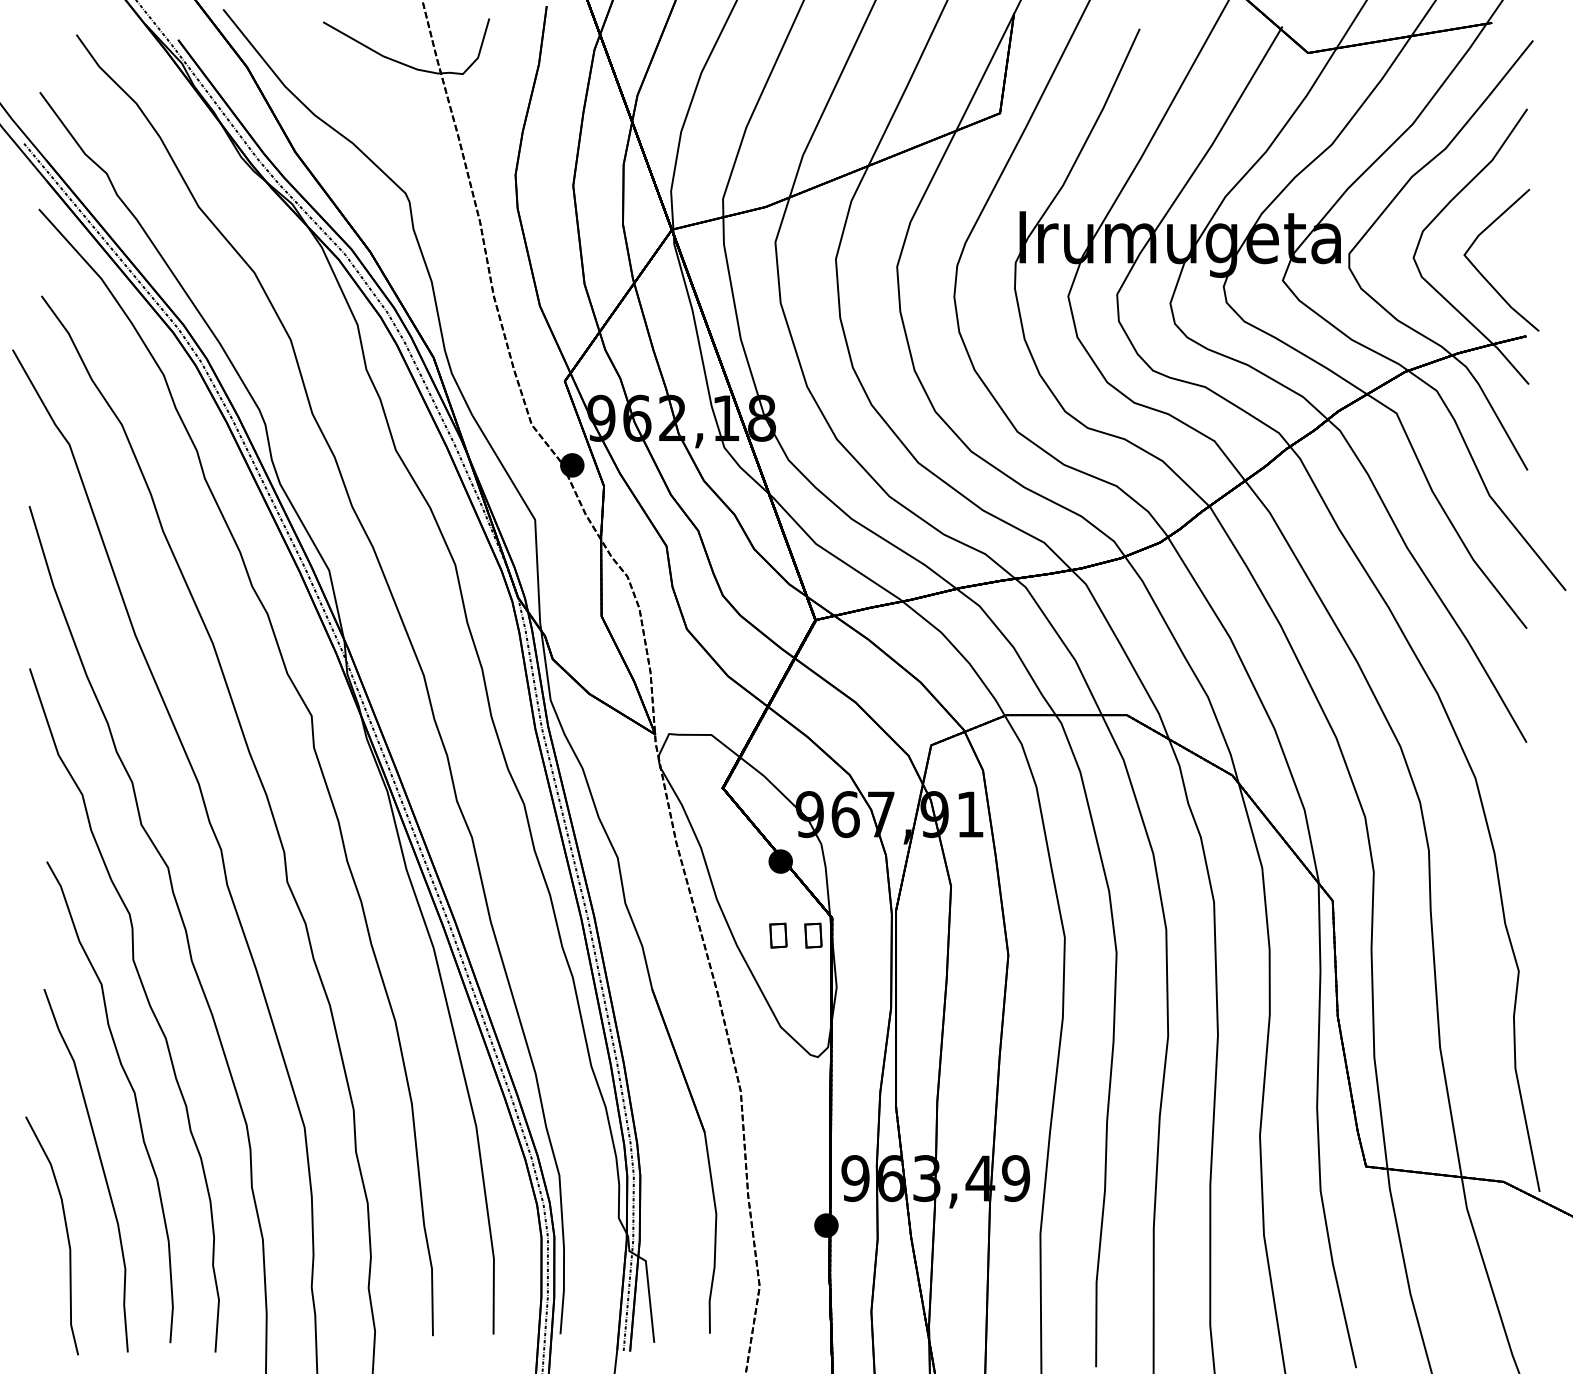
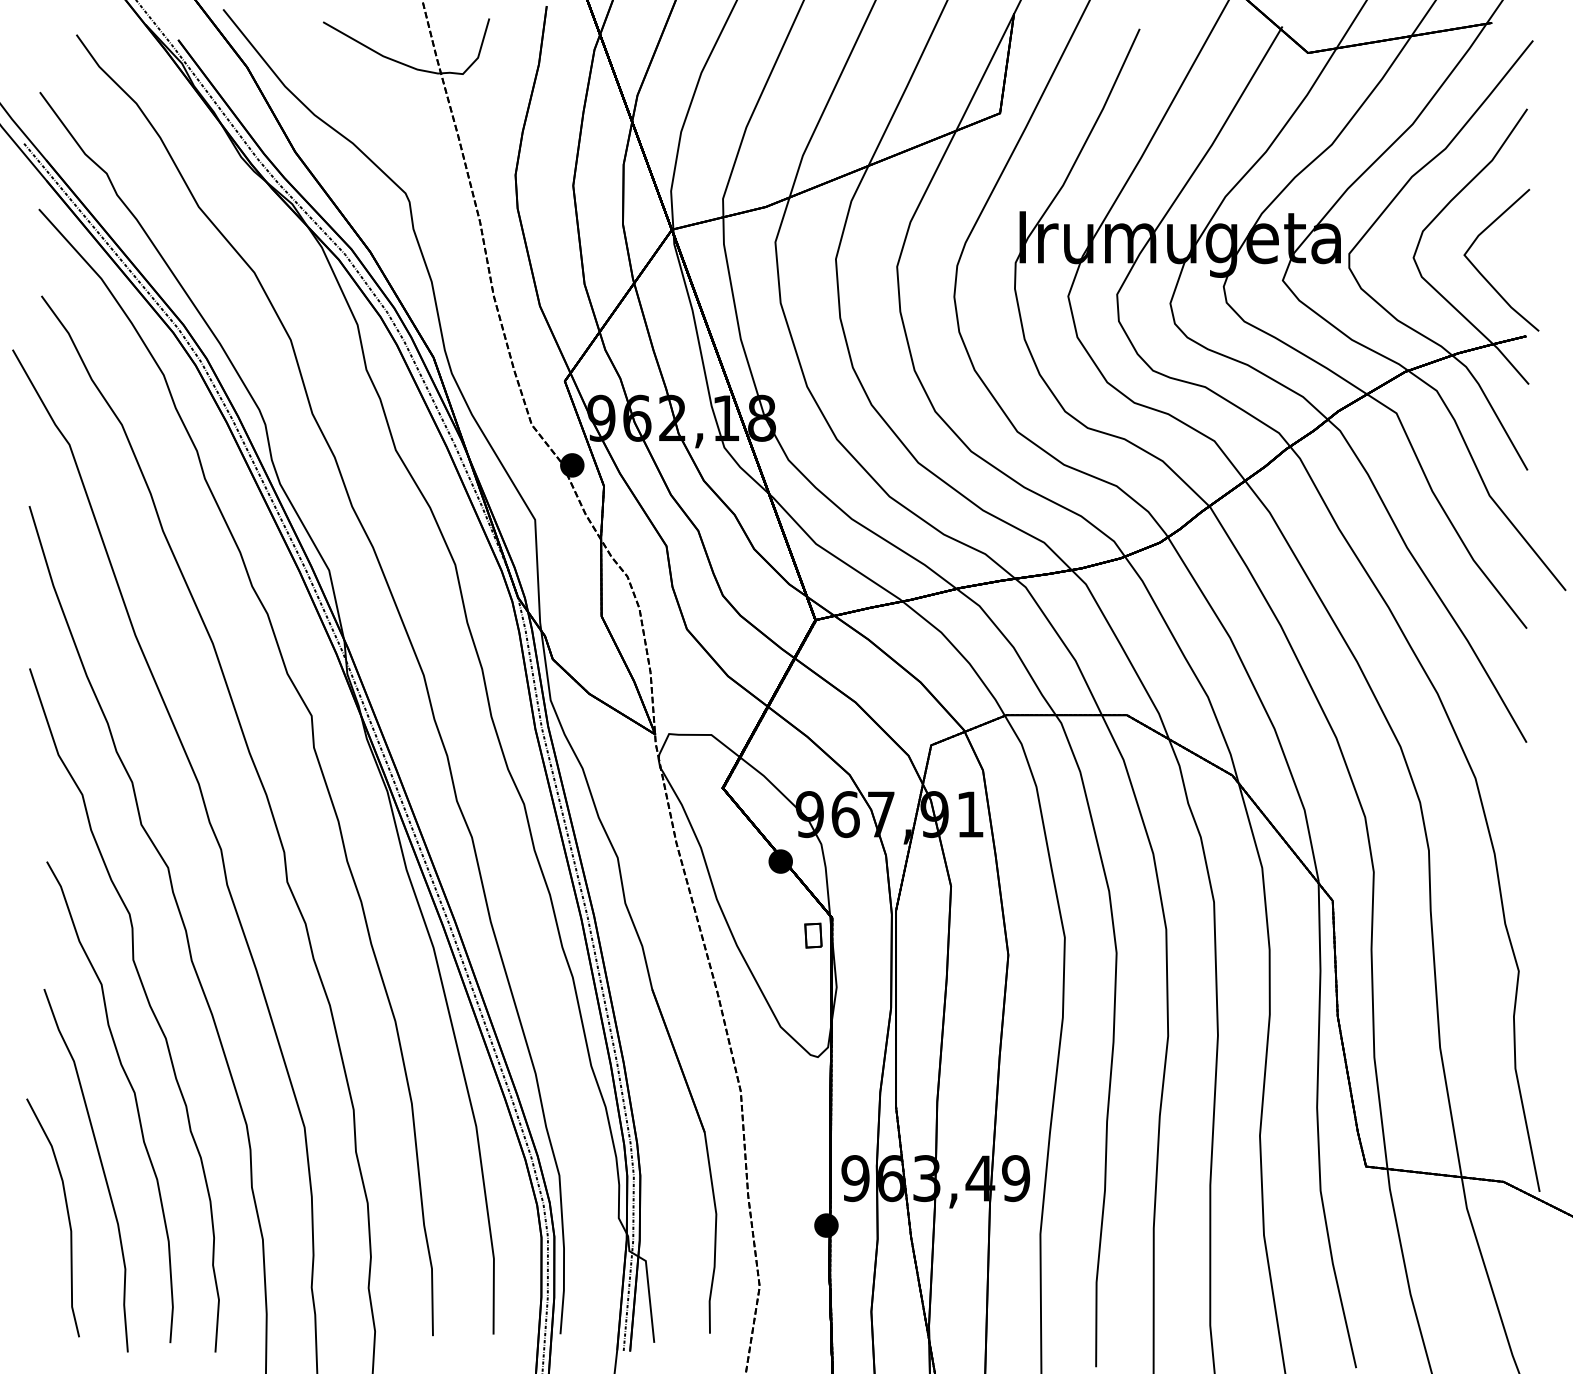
part at (778, 935): present -> none
curve at (66, 1234) position: (66, 1234) -> (67, 1216)
